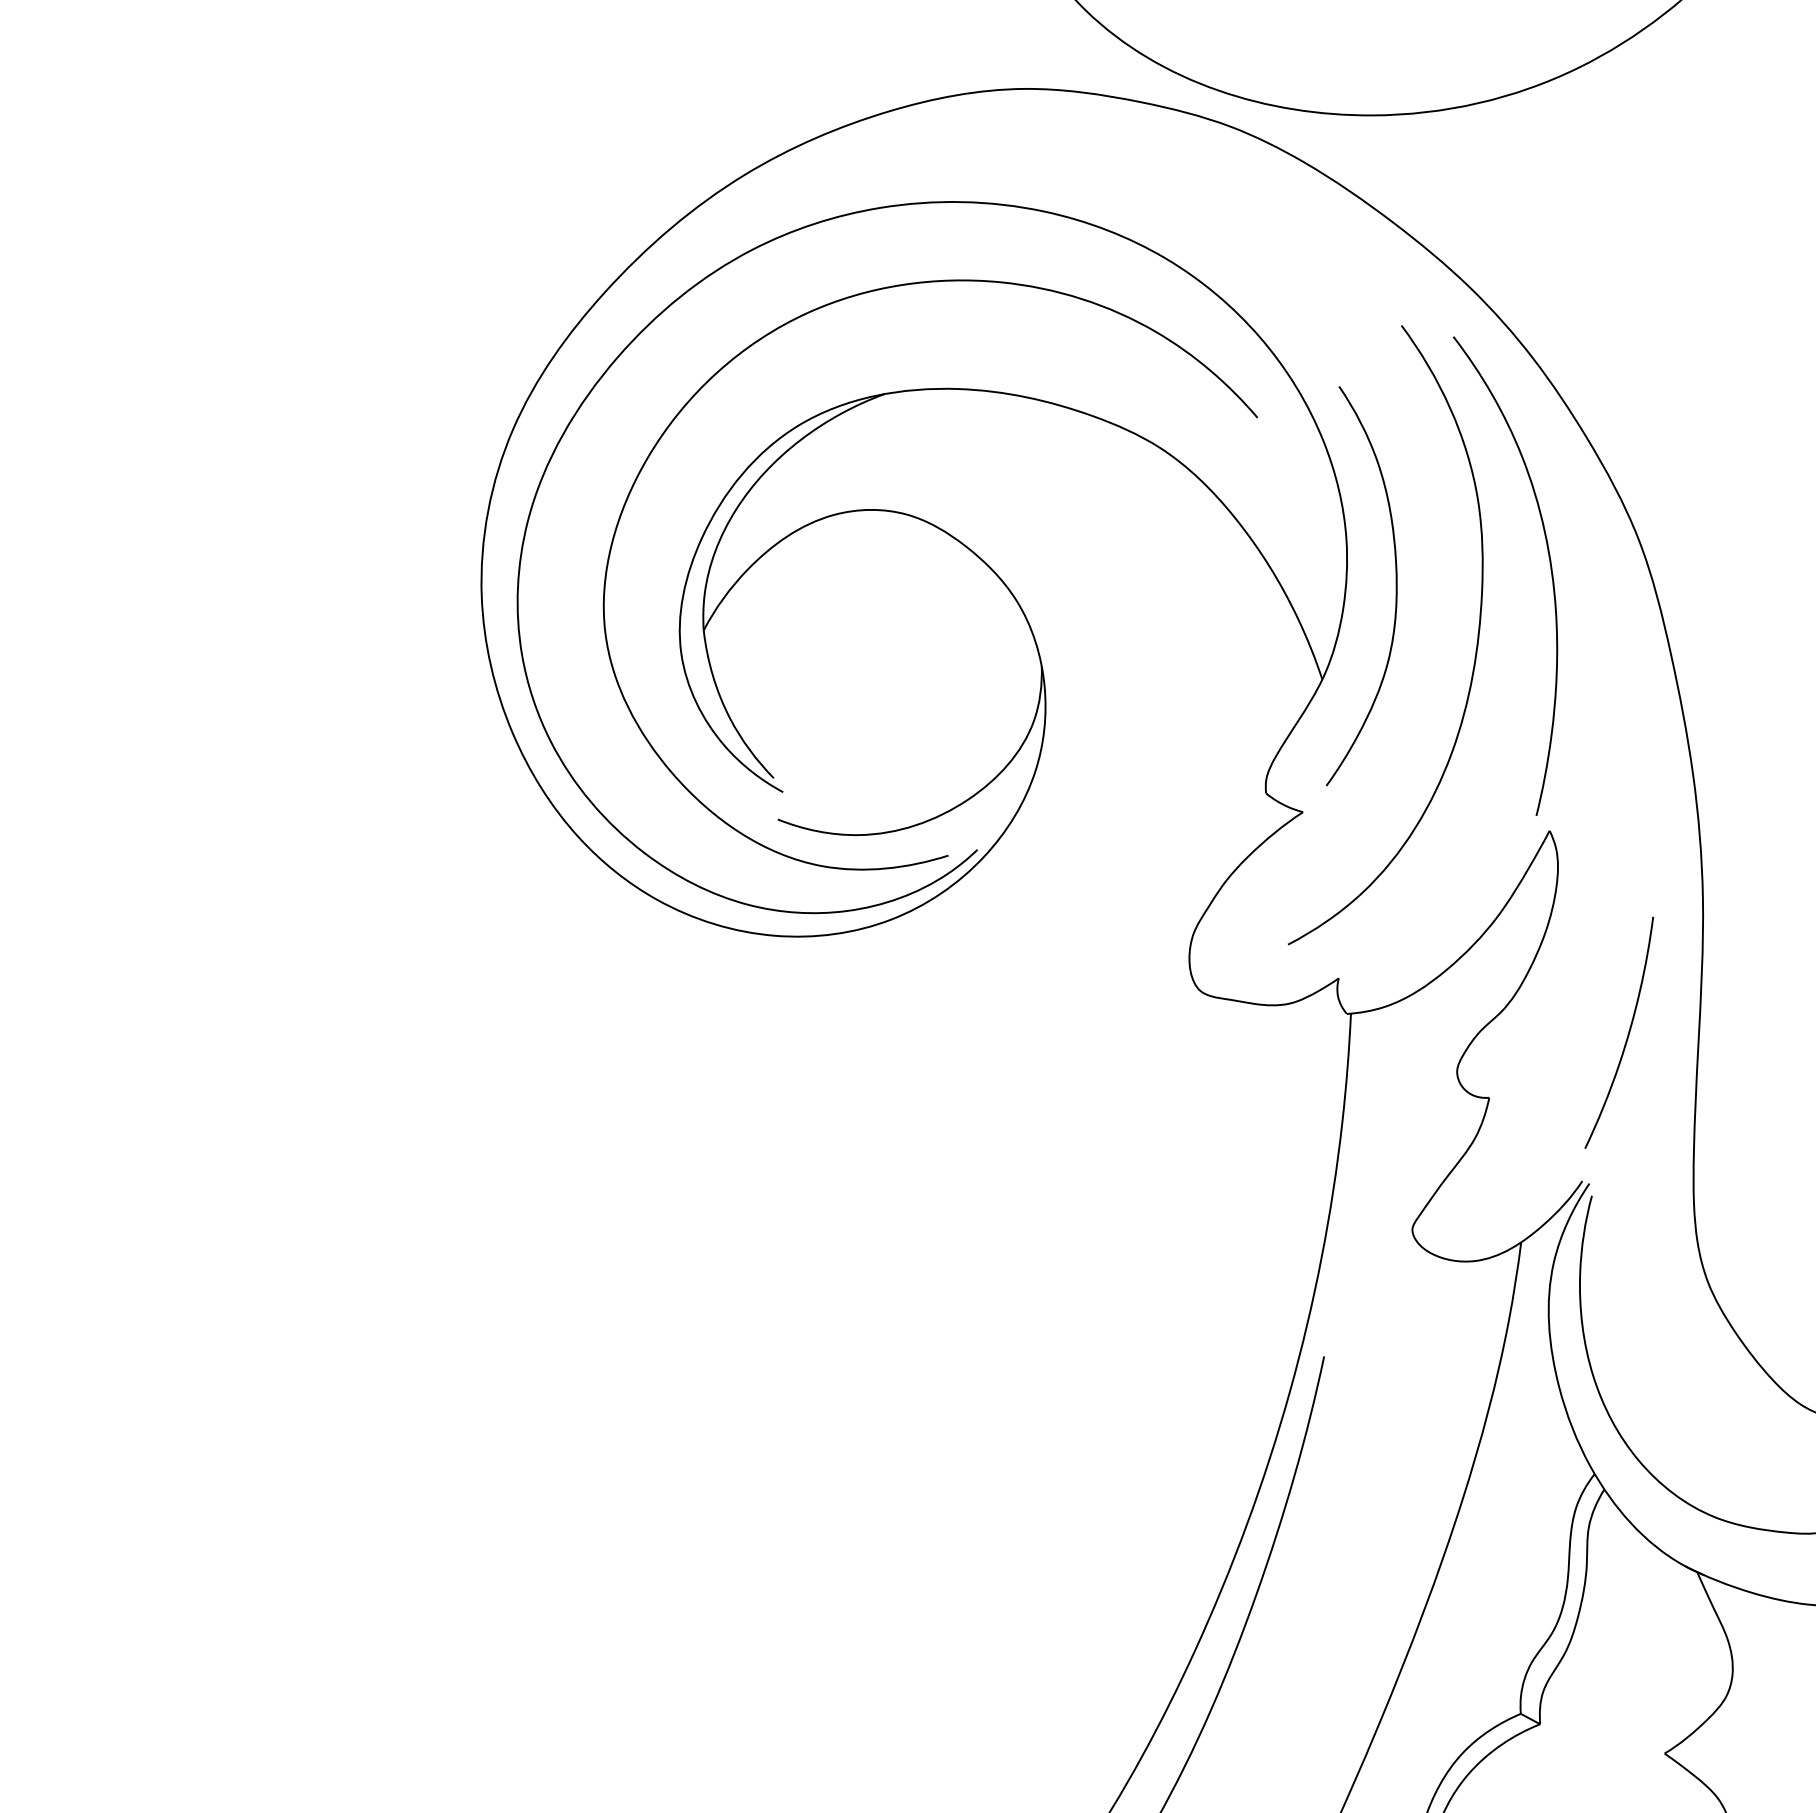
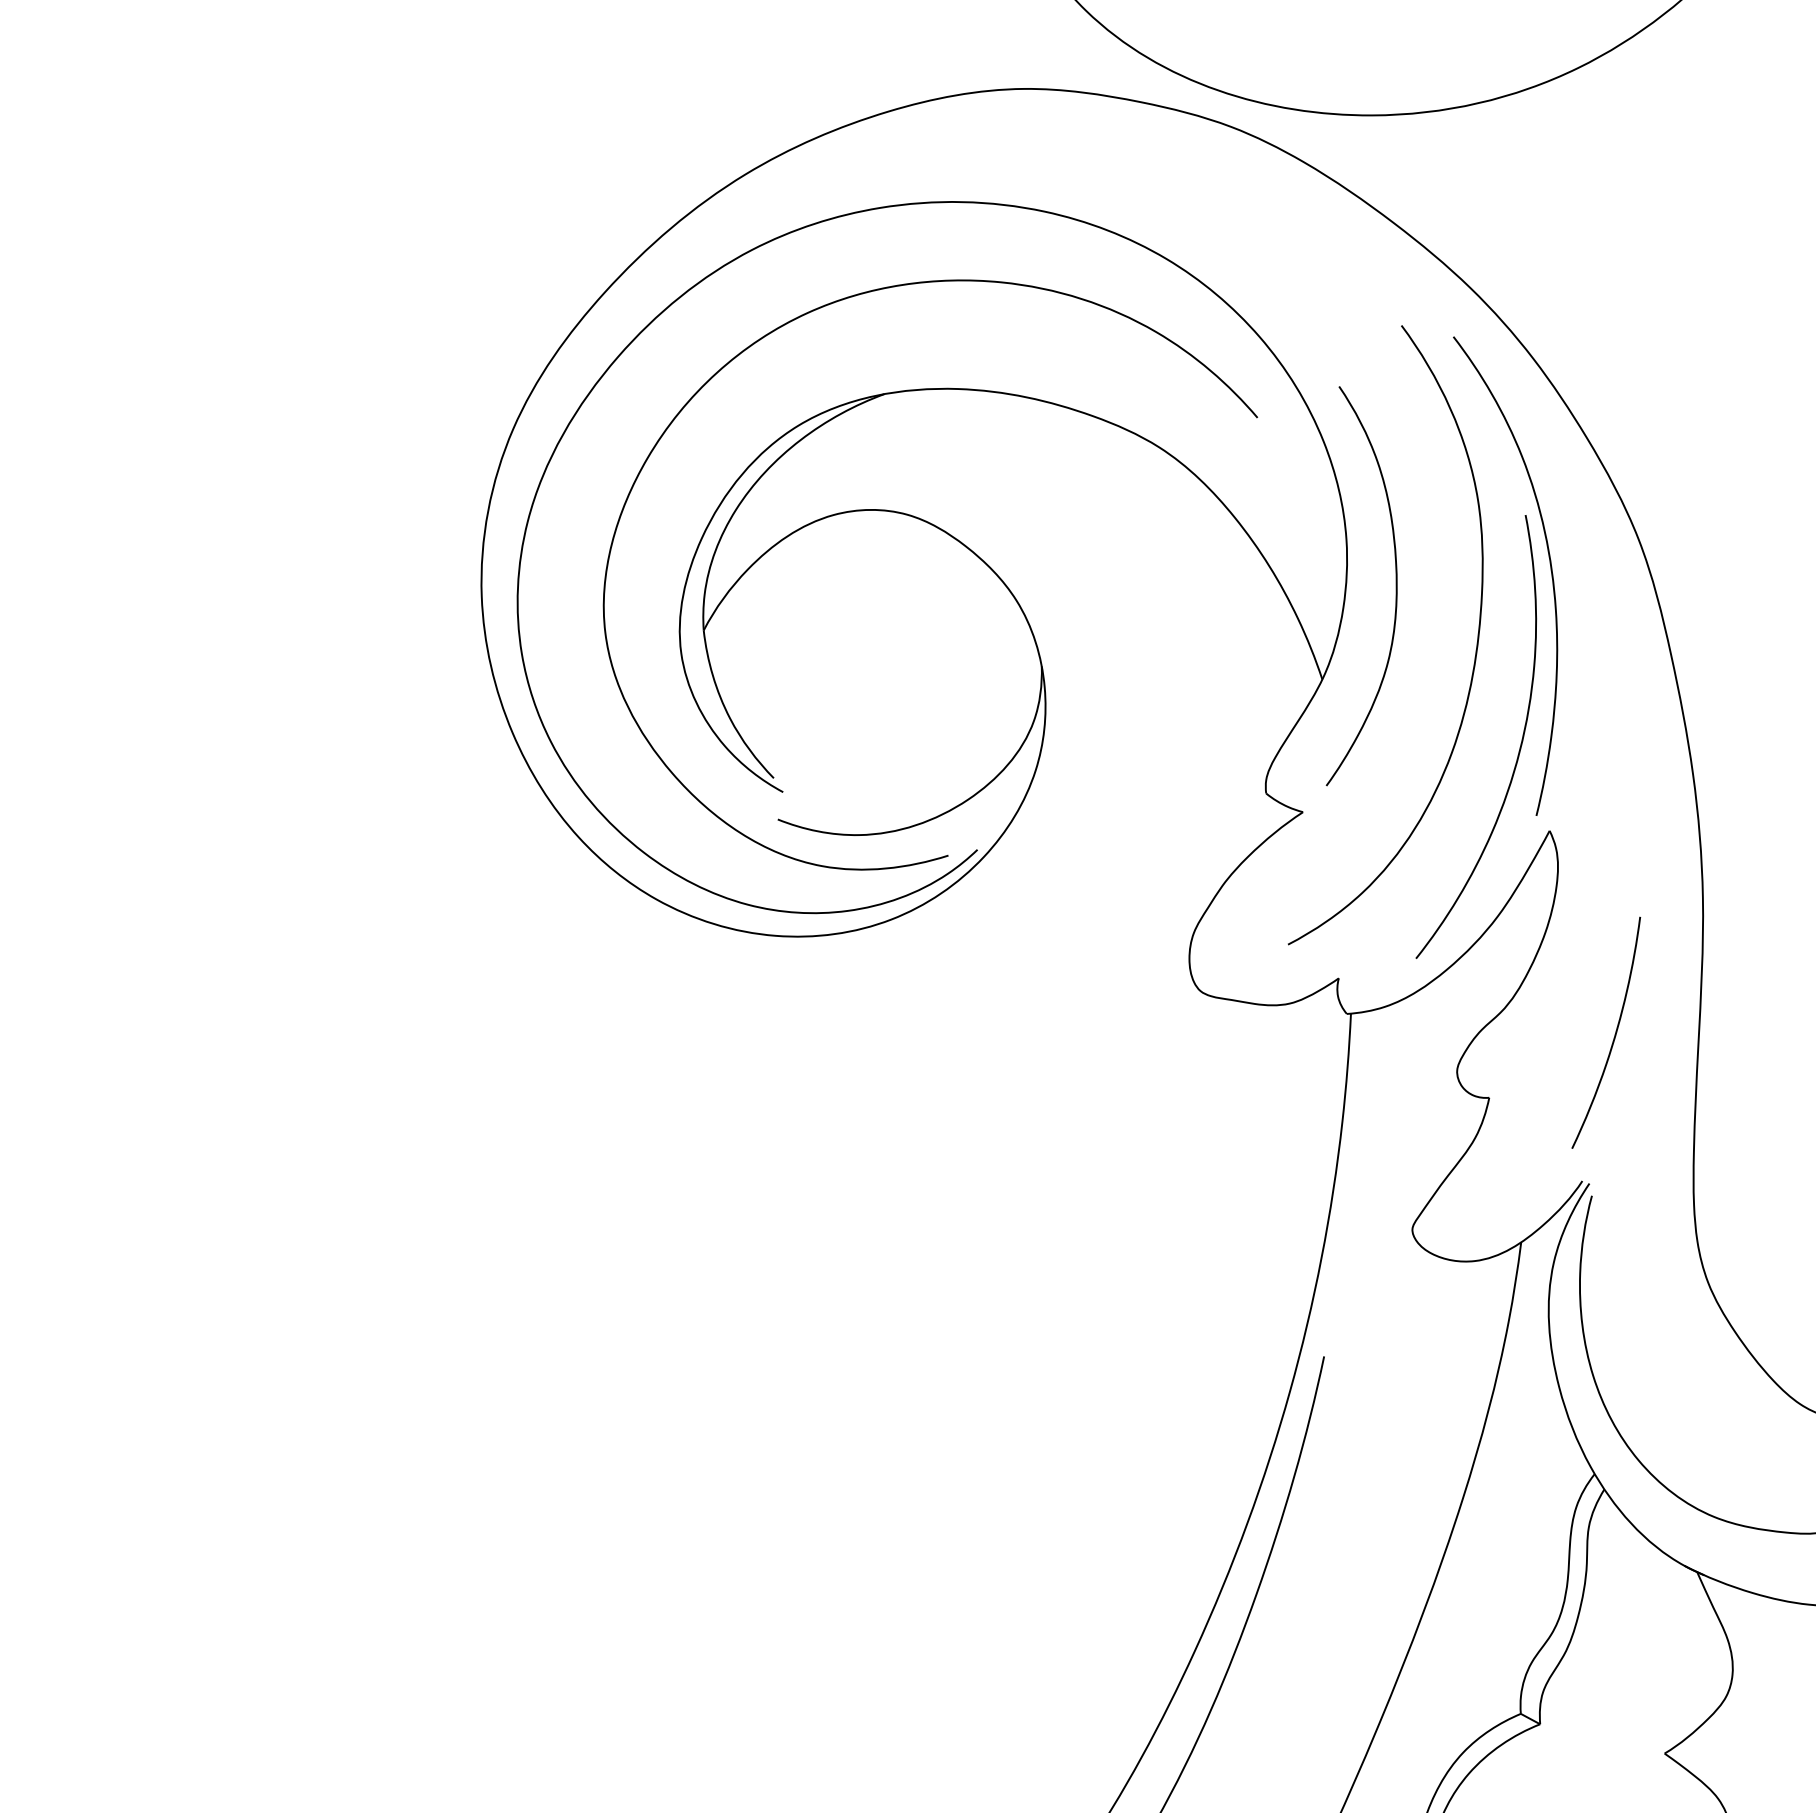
curve at (1519, 747): none -> present
curve at (1627, 1034) position: (1627, 1034) -> (1614, 1034)
